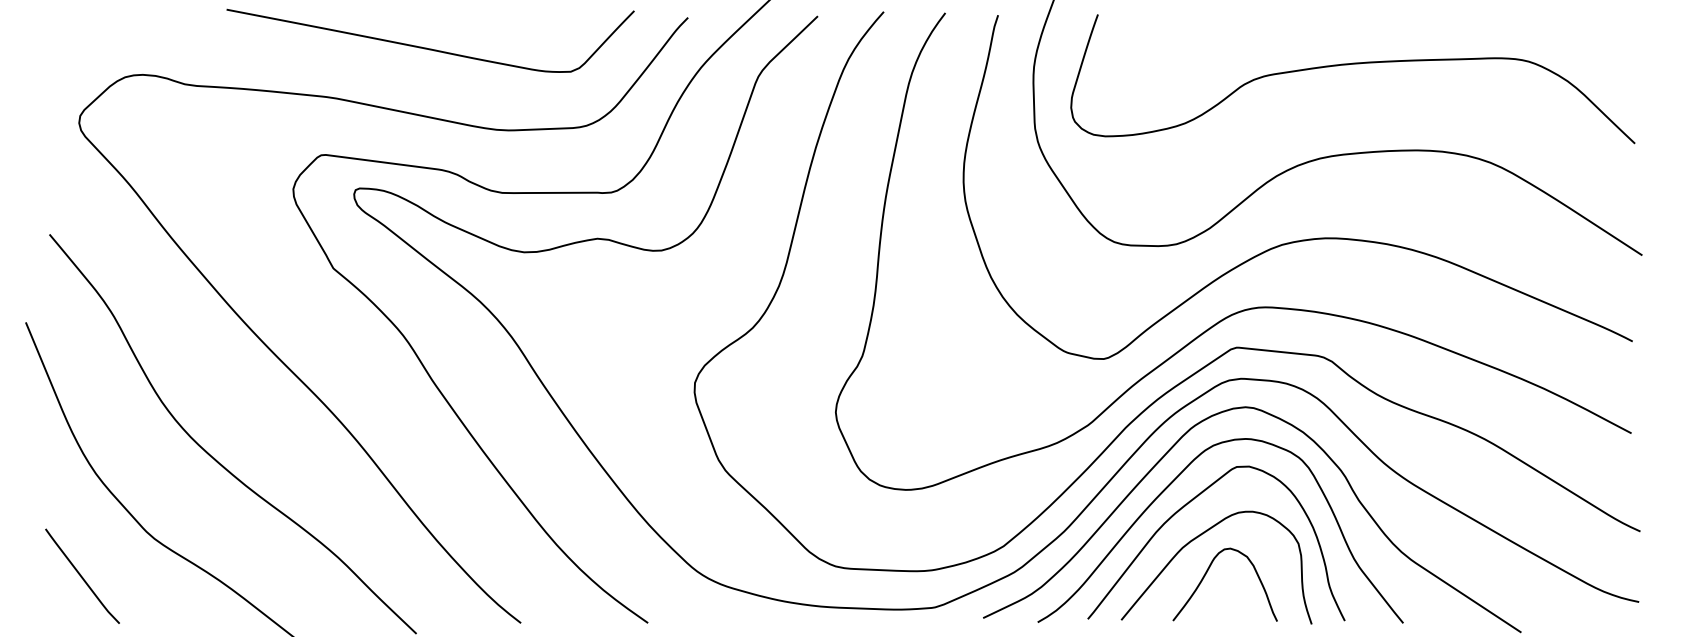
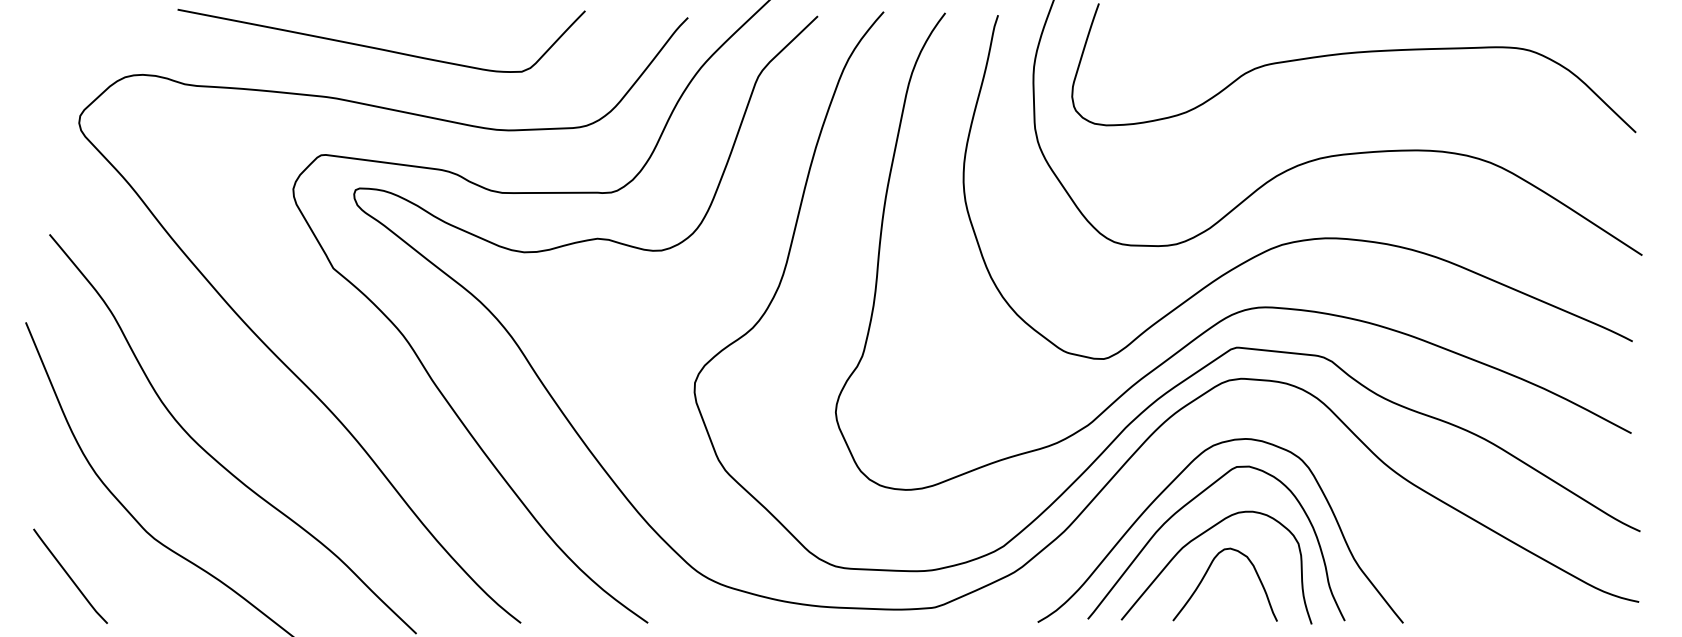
curve at (430, 48) position: (430, 48) -> (381, 48)
curve at (1348, 65) position: (1348, 65) -> (1349, 54)
curve at (1321, 450): present -> none
curve at (81, 575) position: (81, 575) -> (69, 575)
